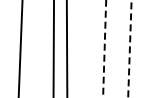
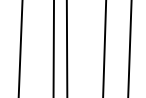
line at (104, 49): dashed -> solid
line at (129, 49): dashed -> solid
